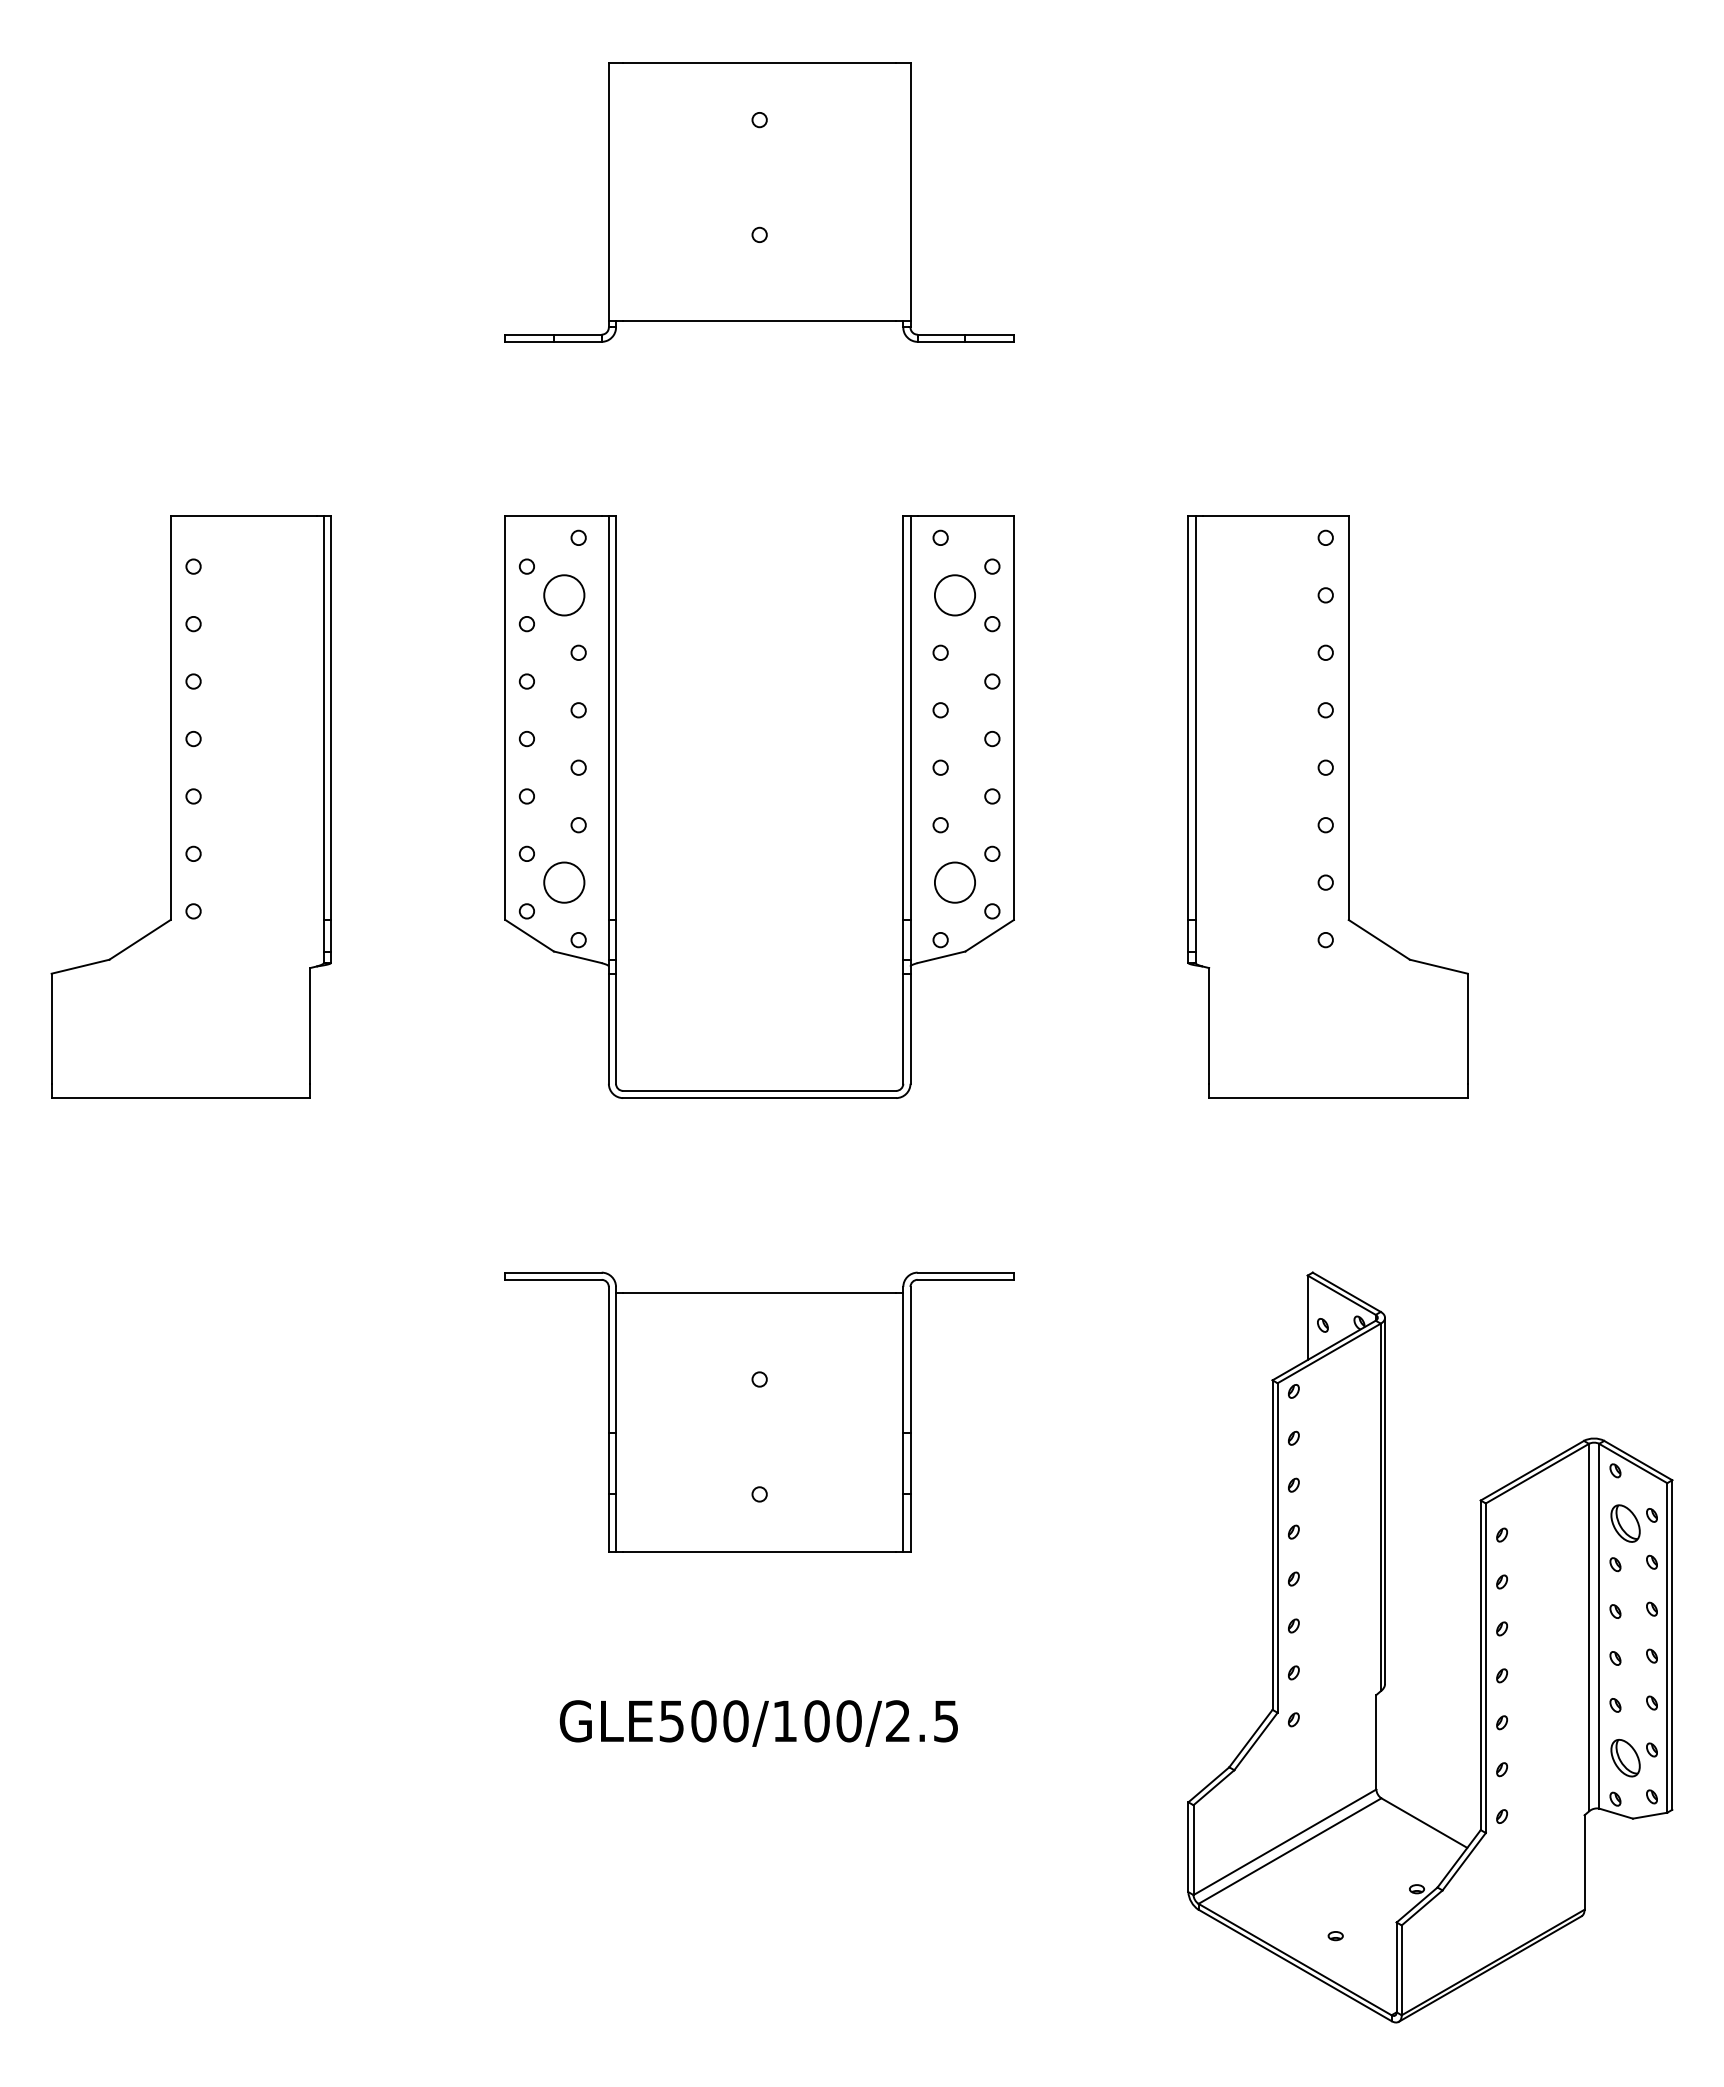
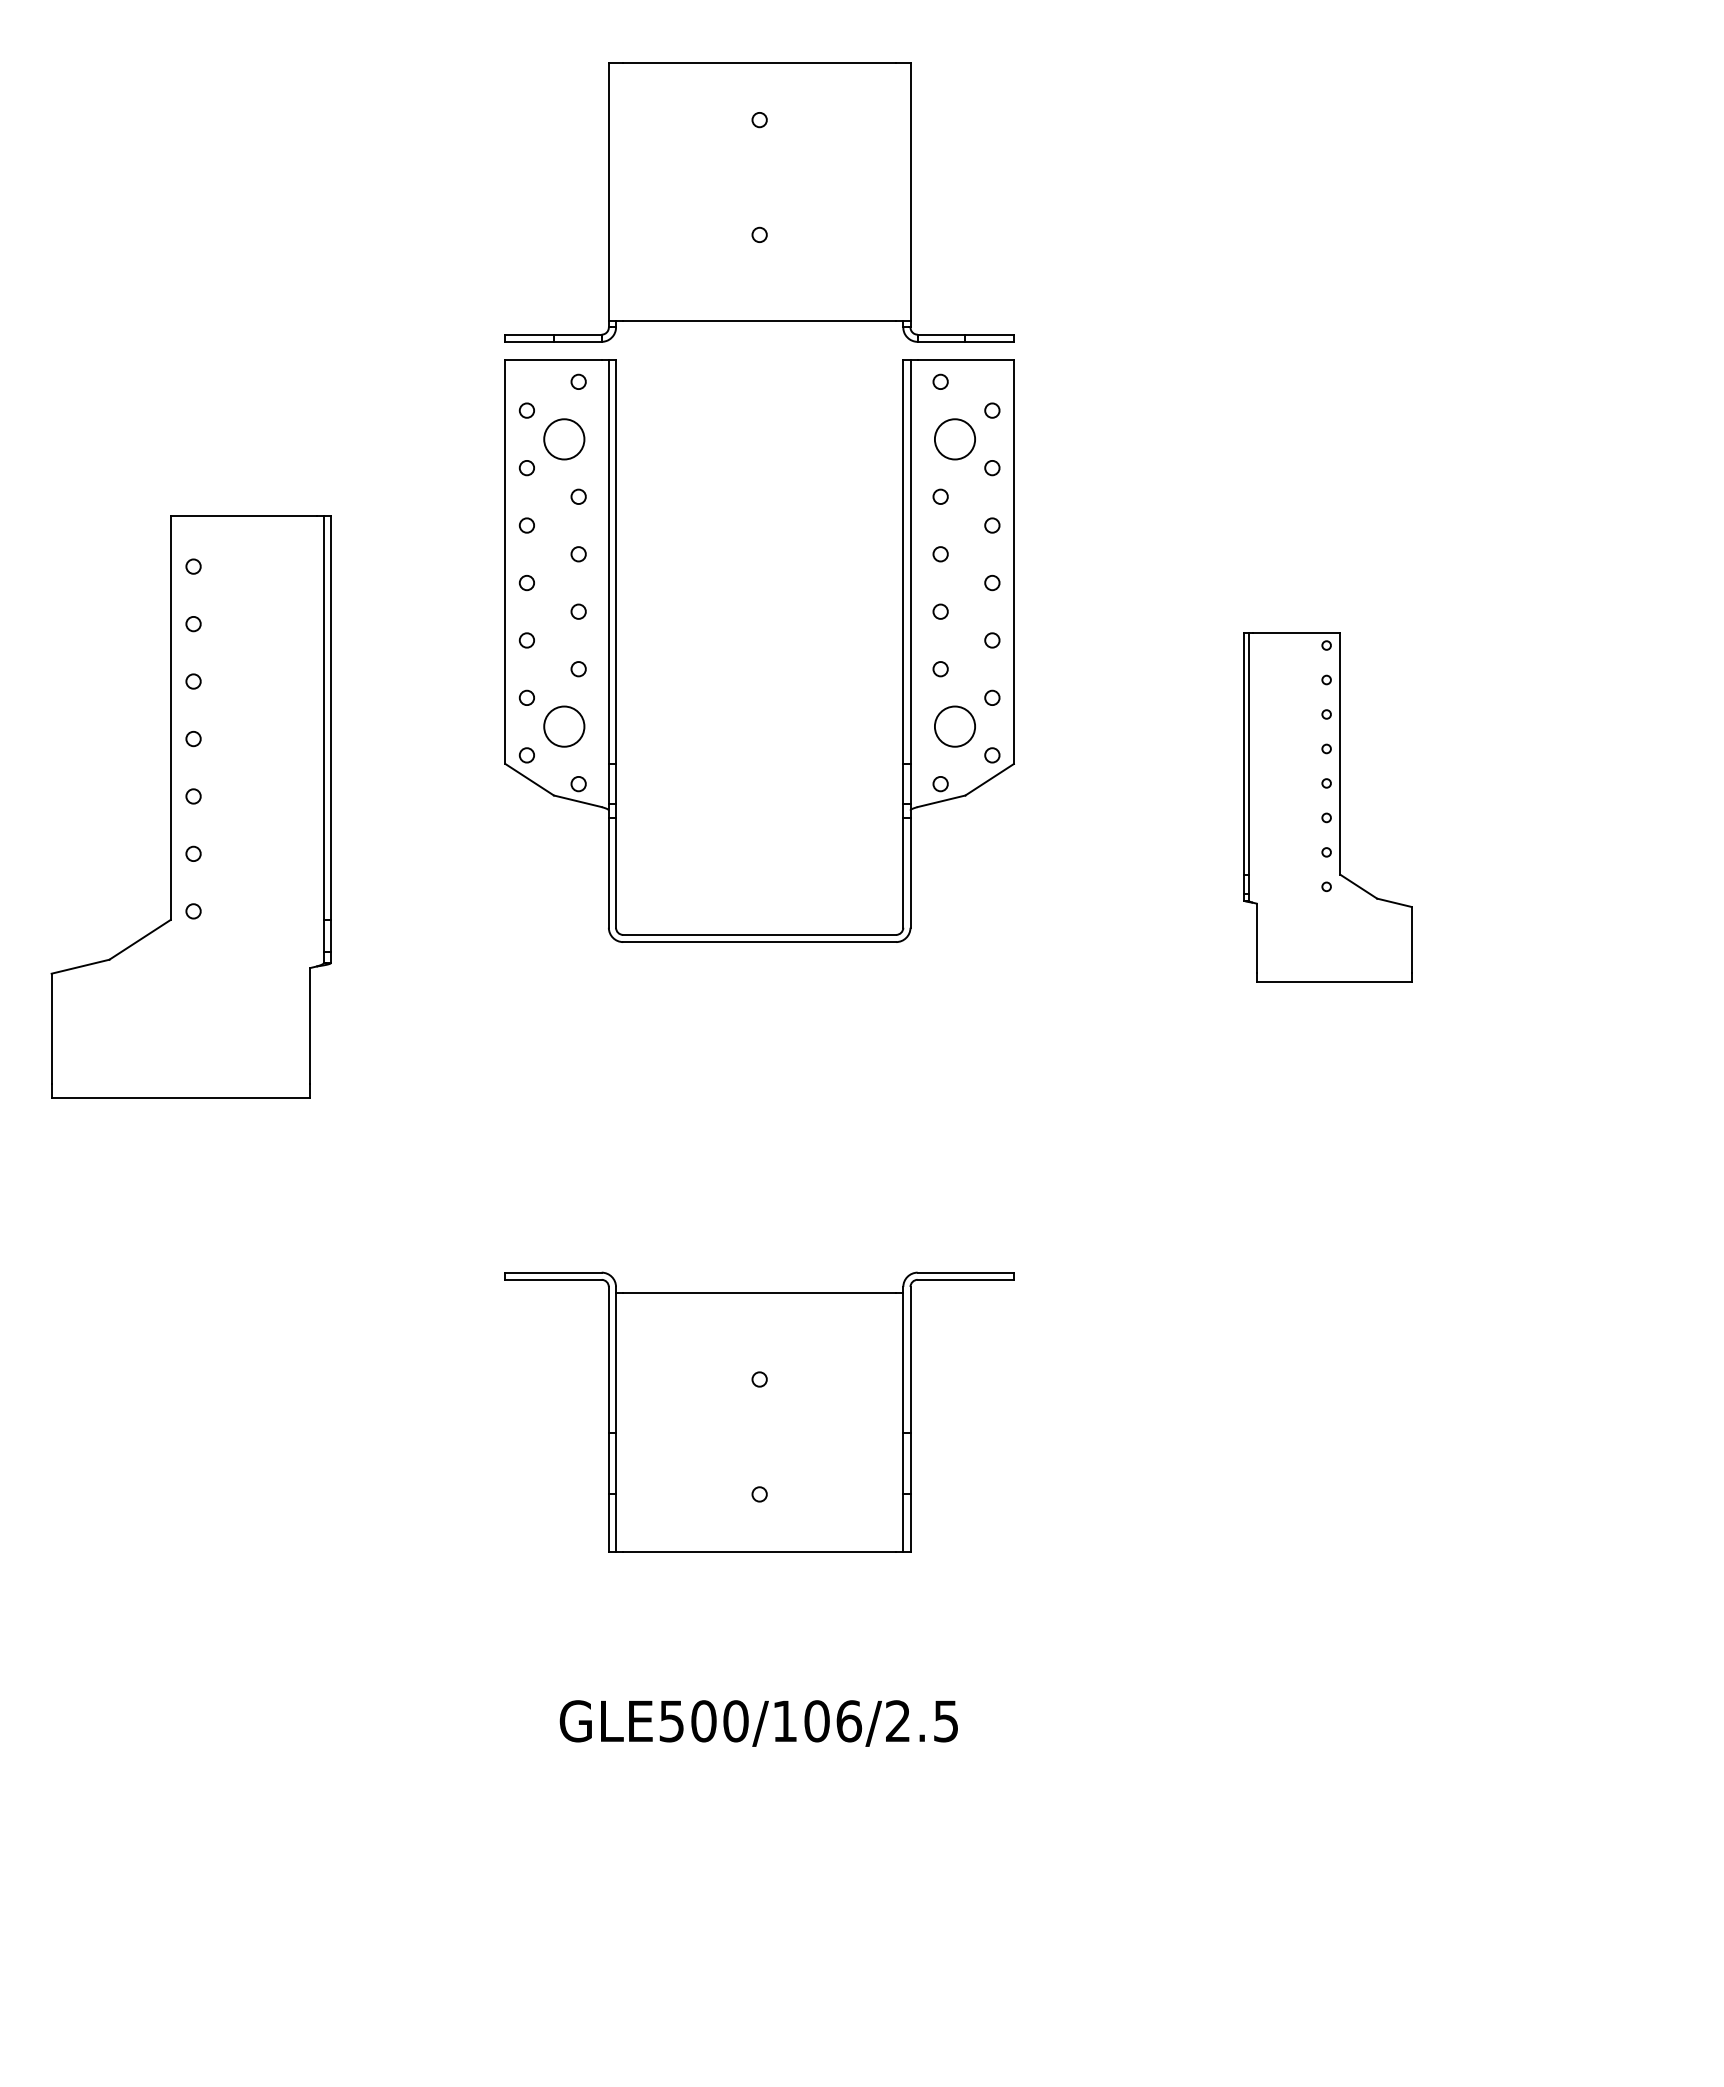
part at (616, 806) position: (616, 806) -> (616, 650)
part at (1327, 806) size: 282x584 px -> 170x351 px
part at (1385, 1647): present -> none
text at (849, 1721): GLE500/100/2.5 -> GLE500/106/2.5
